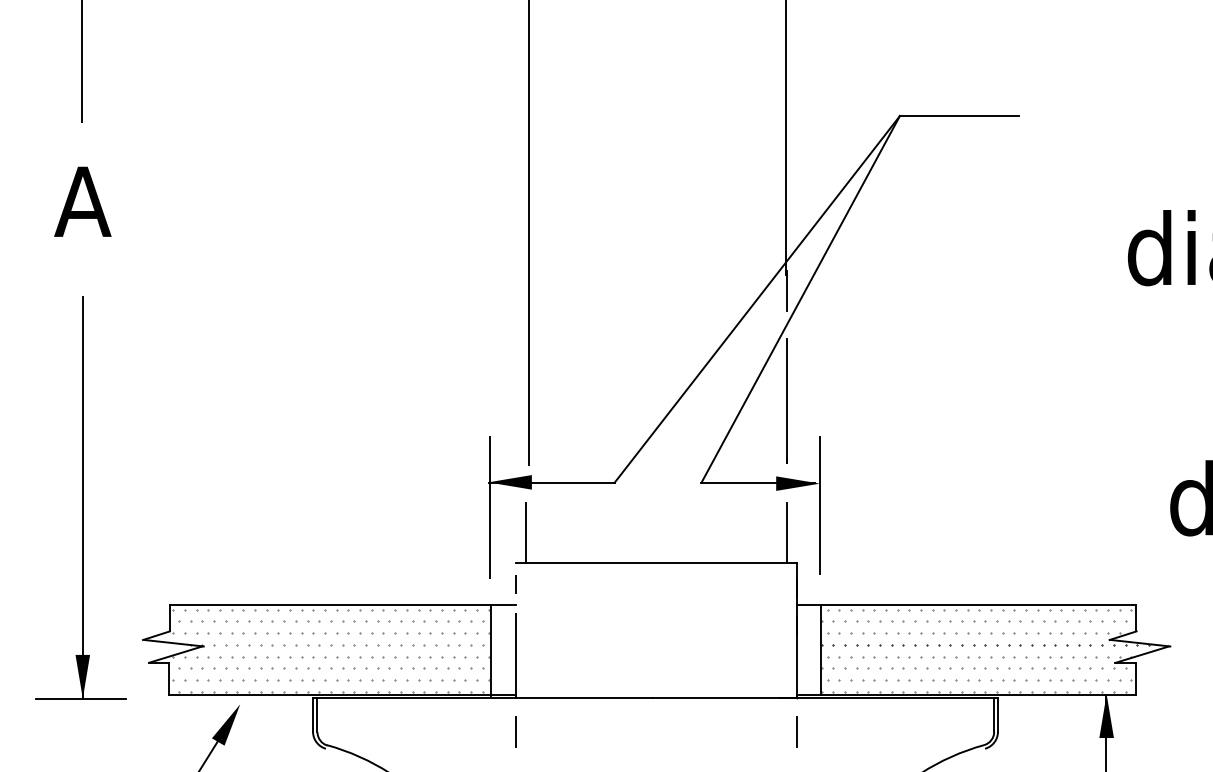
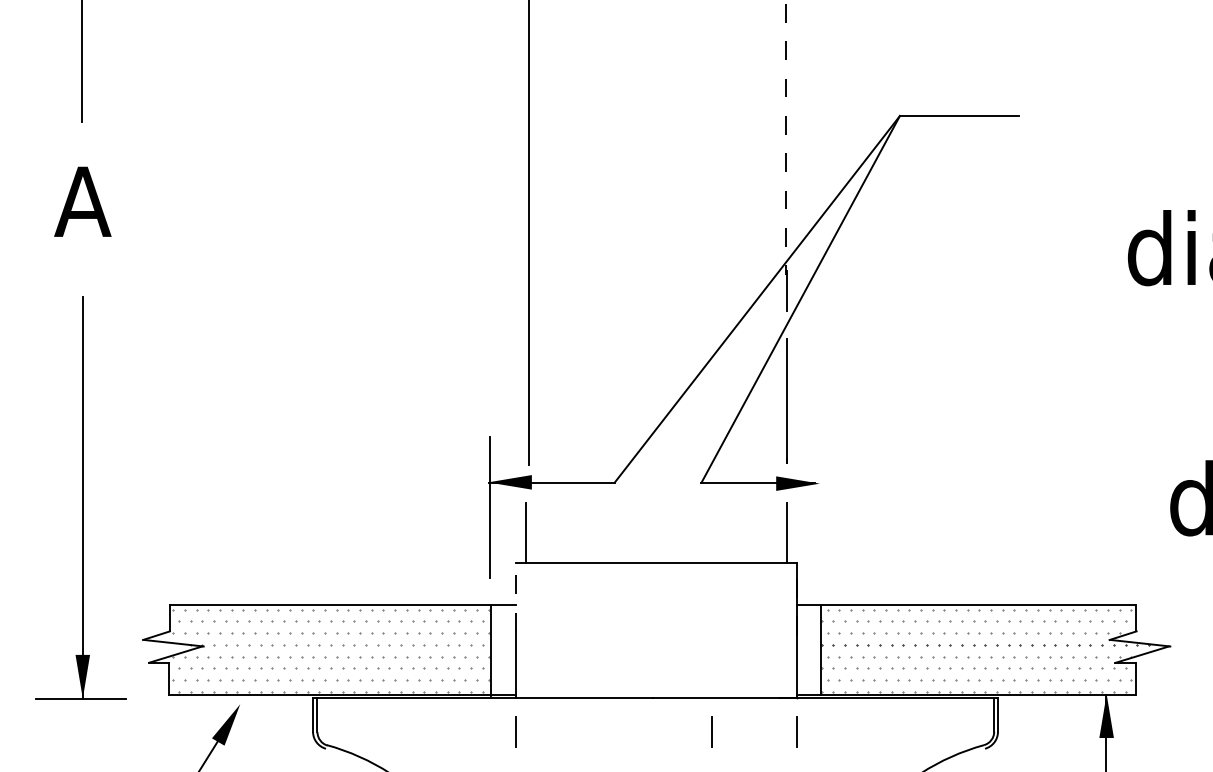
line at (785, 138): solid -> dashed
line at (819, 505): present -> none
line at (711, 731): none -> present
